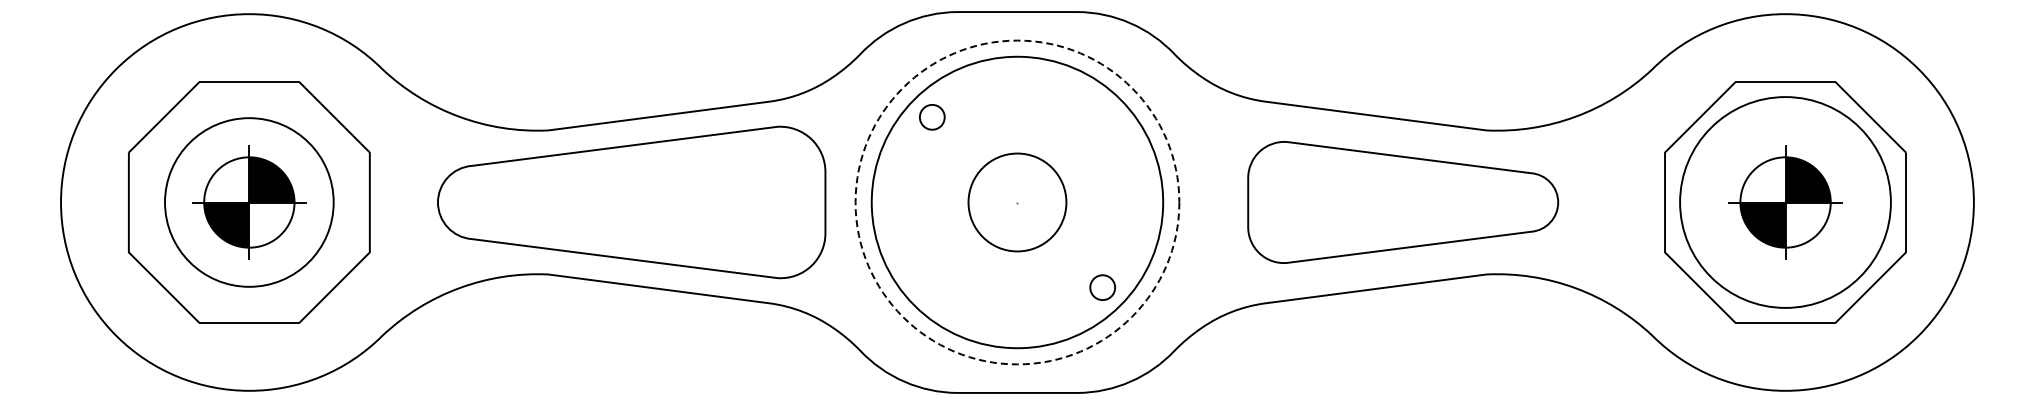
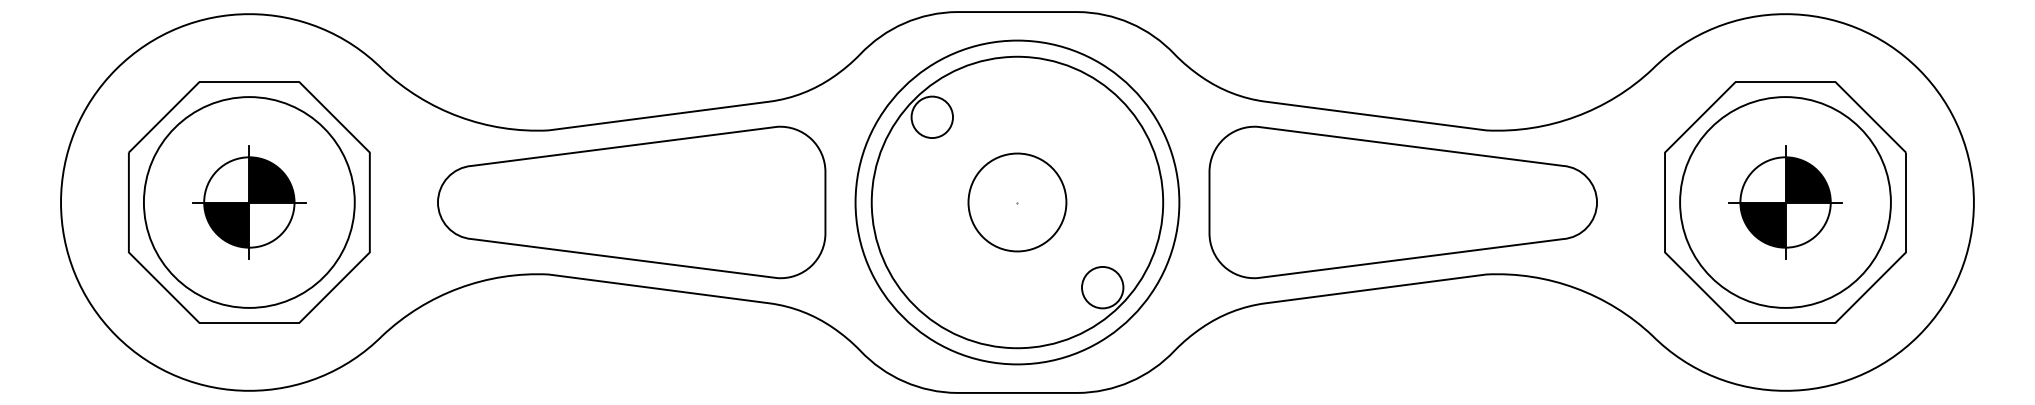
circle at (931, 116) diameter: 25 px -> 41 px
circle at (249, 202) diameter: 169 px -> 211 px
circle at (1017, 202): dashed -> solid
part at (1403, 202) size: 313x123 px -> 390x155 px
circle at (1102, 287) diameter: 25 px -> 41 px
